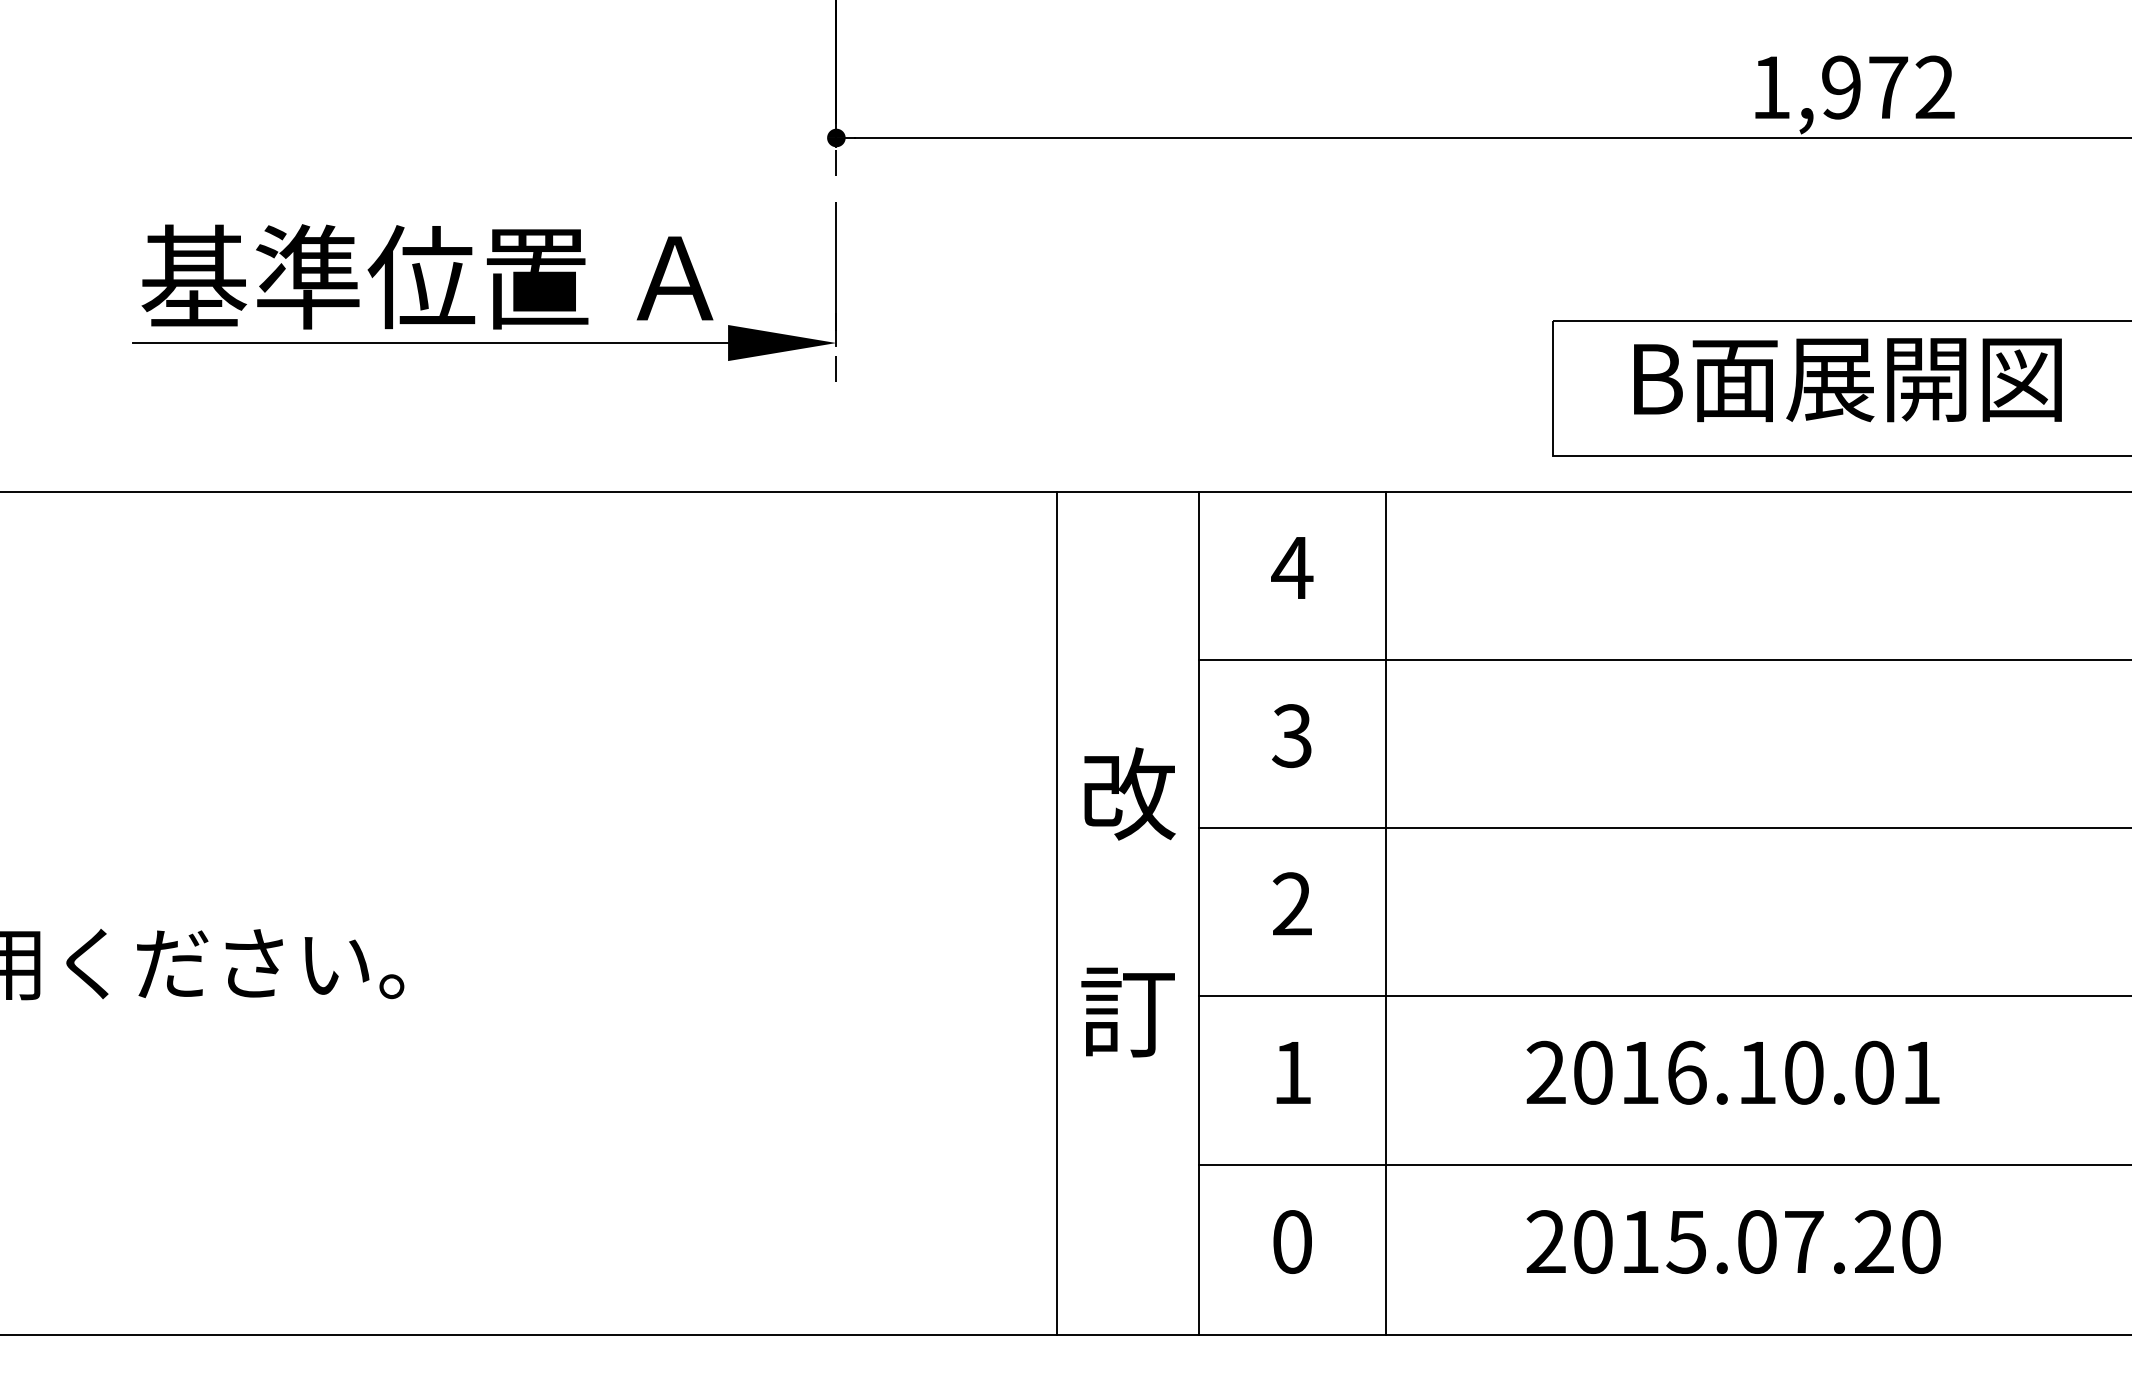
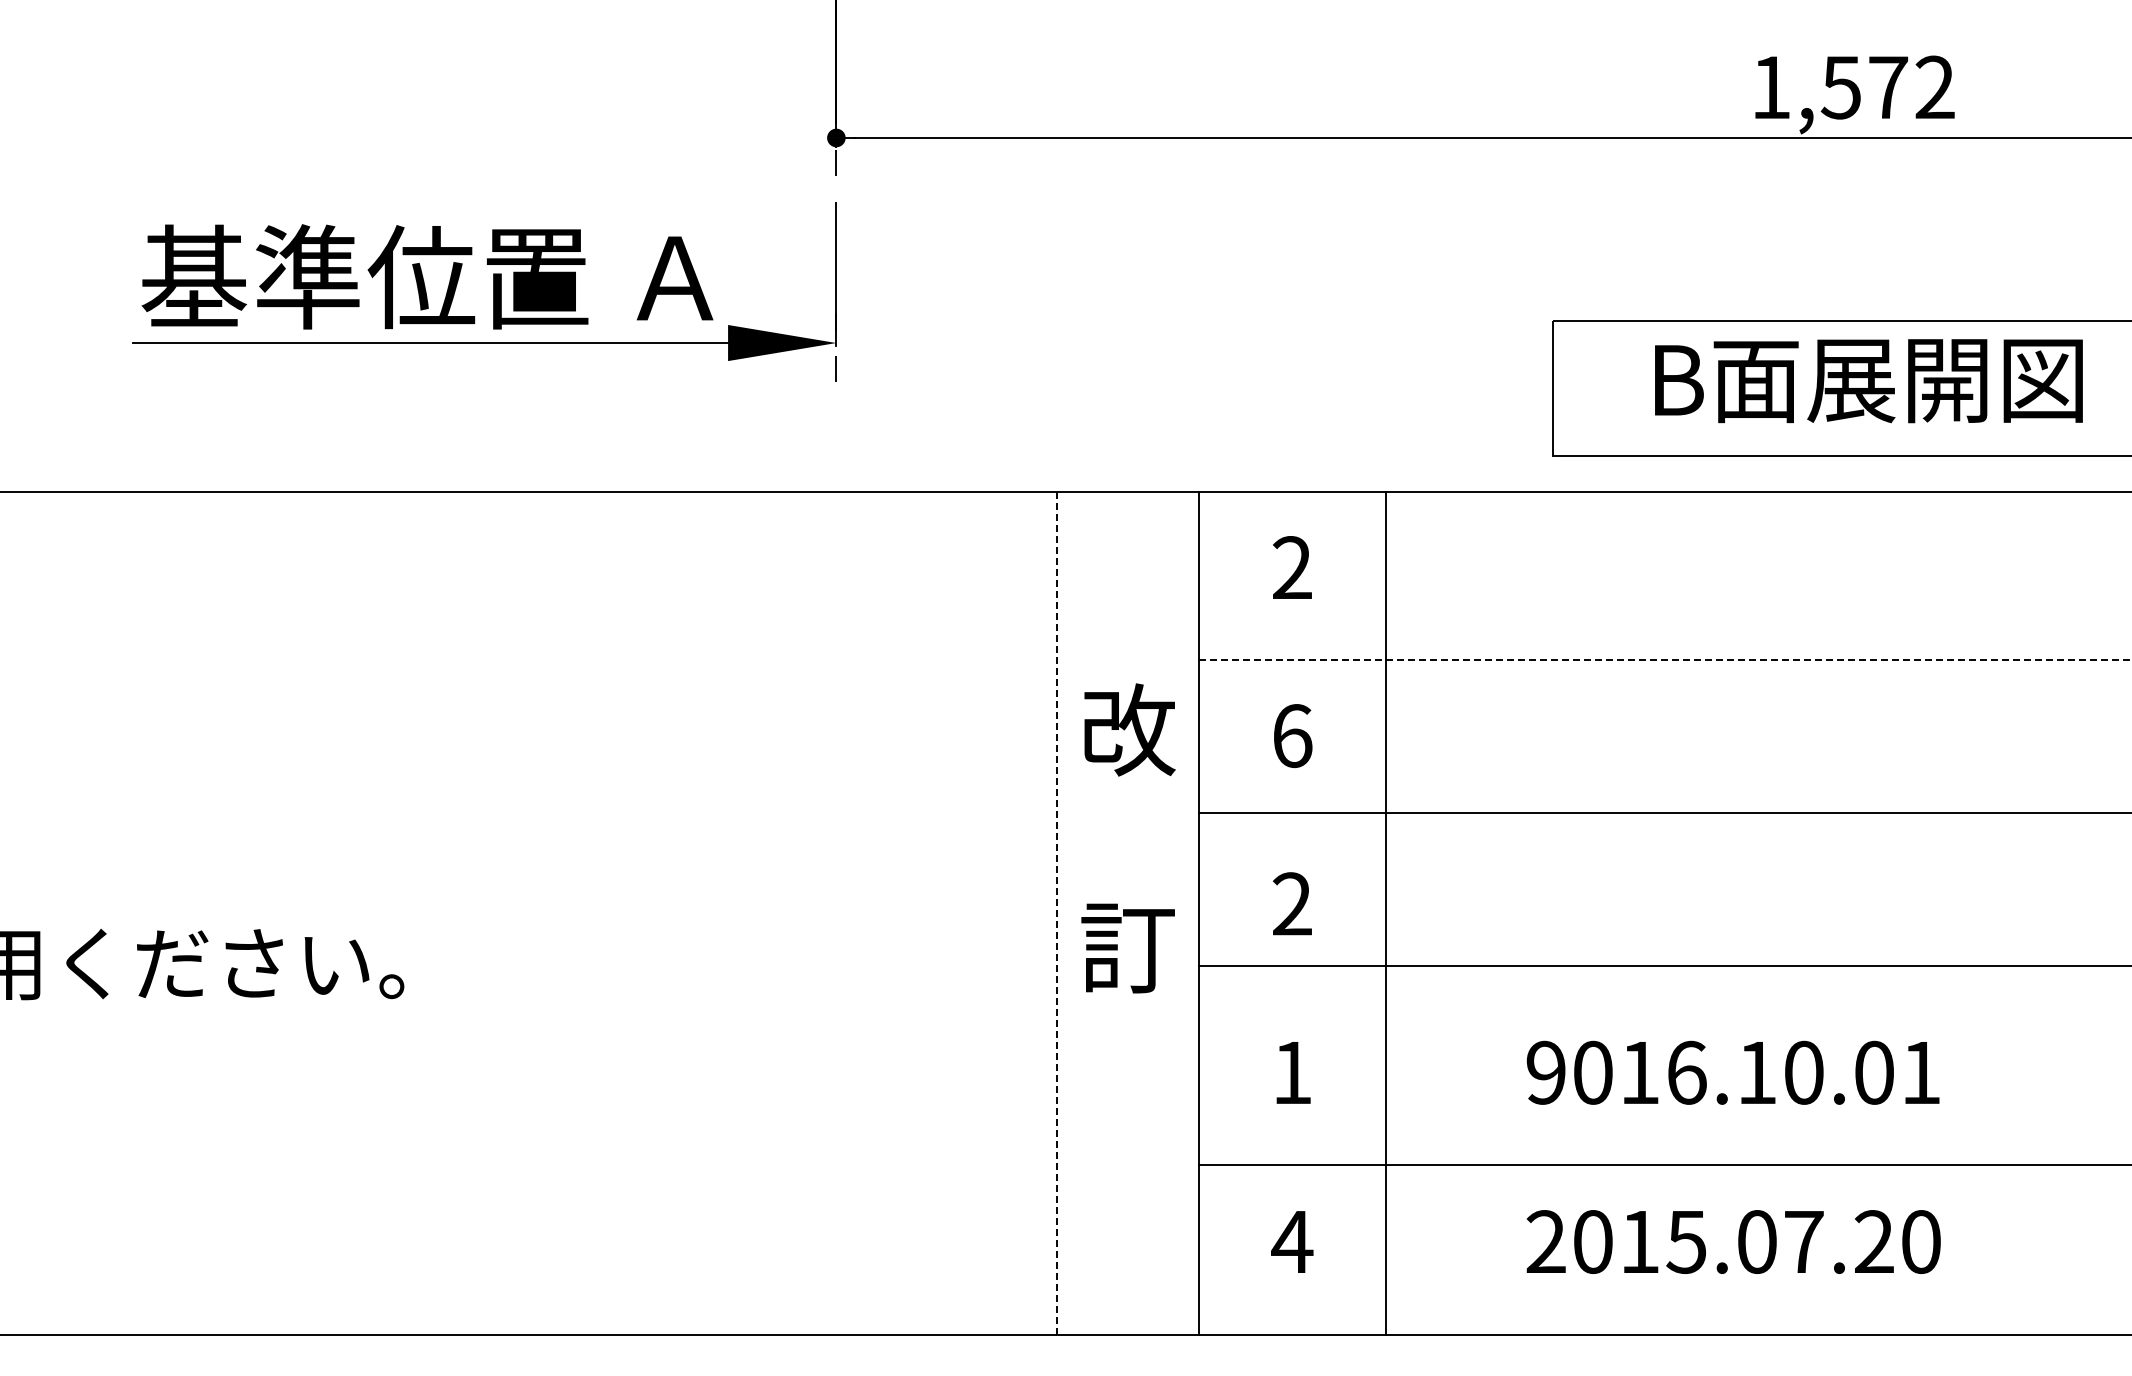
text at (1840, 87): 1,972 -> 1,572
text at (1847, 380) position: (1847, 380) -> (1868, 381)
text at (1292, 567): 4 -> 2
line at (1665, 660): solid -> dashed
text at (1292, 736): 3 -> 6
line at (1663, 828) position: (1663, 828) -> (1663, 813)
text at (1128, 902) position: (1128, 902) -> (1128, 838)
line at (1056, 913): solid -> dashed
line at (1663, 996) position: (1663, 996) -> (1663, 966)
text at (1545, 1072): 2016.10.01 -> 9016.10.01
text at (1292, 1241): 0 -> 4
